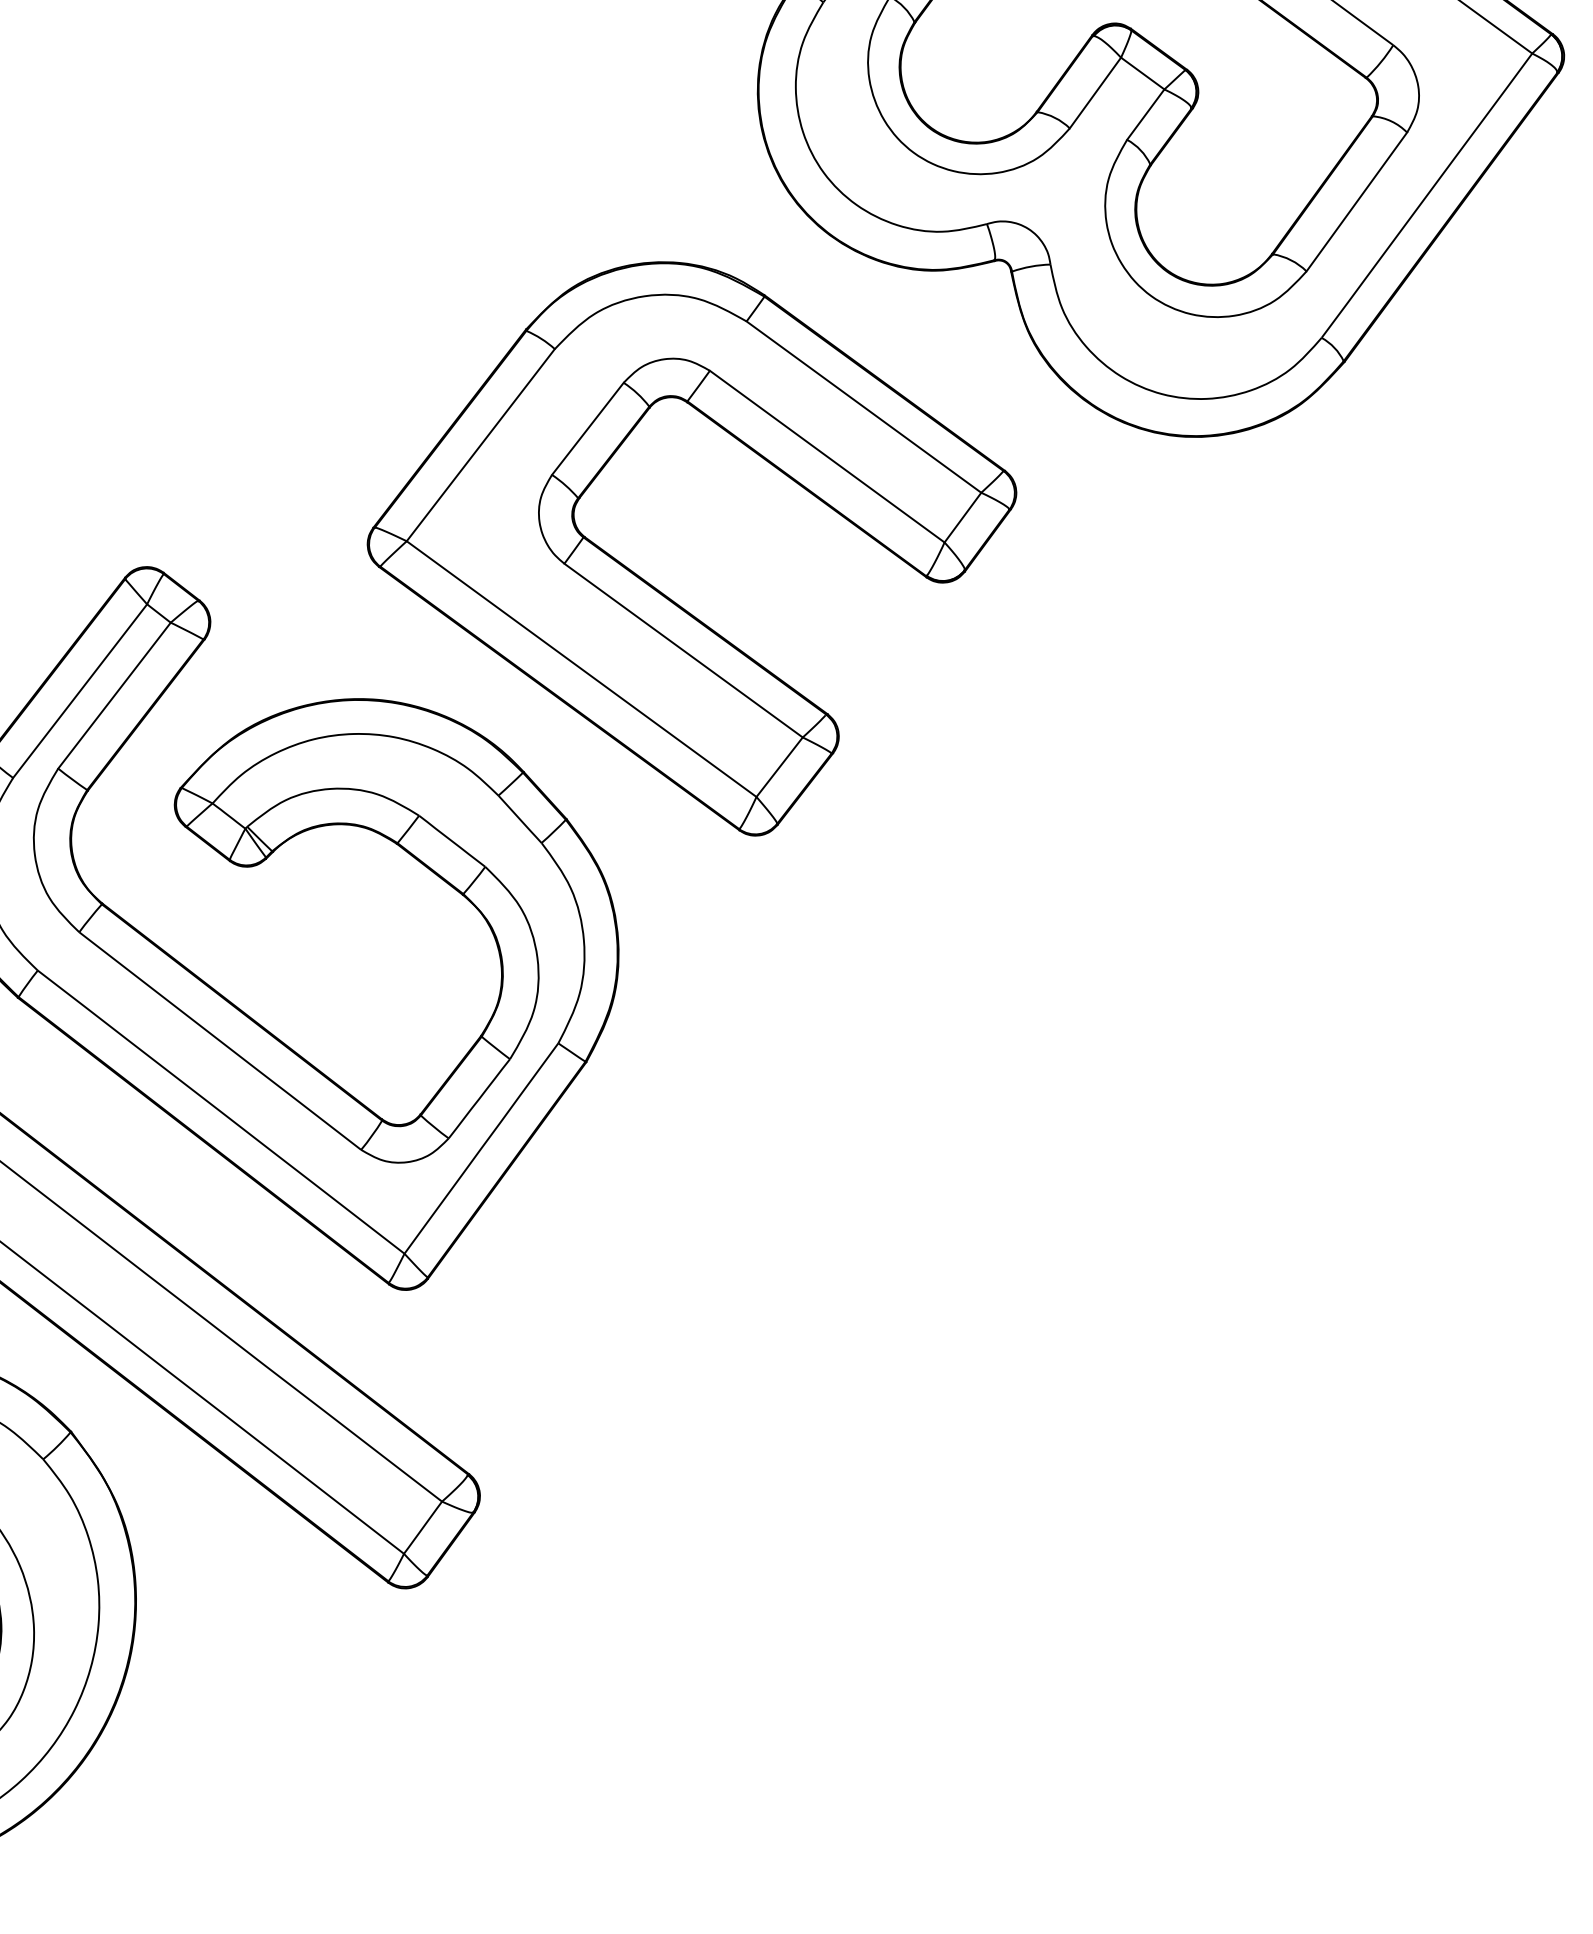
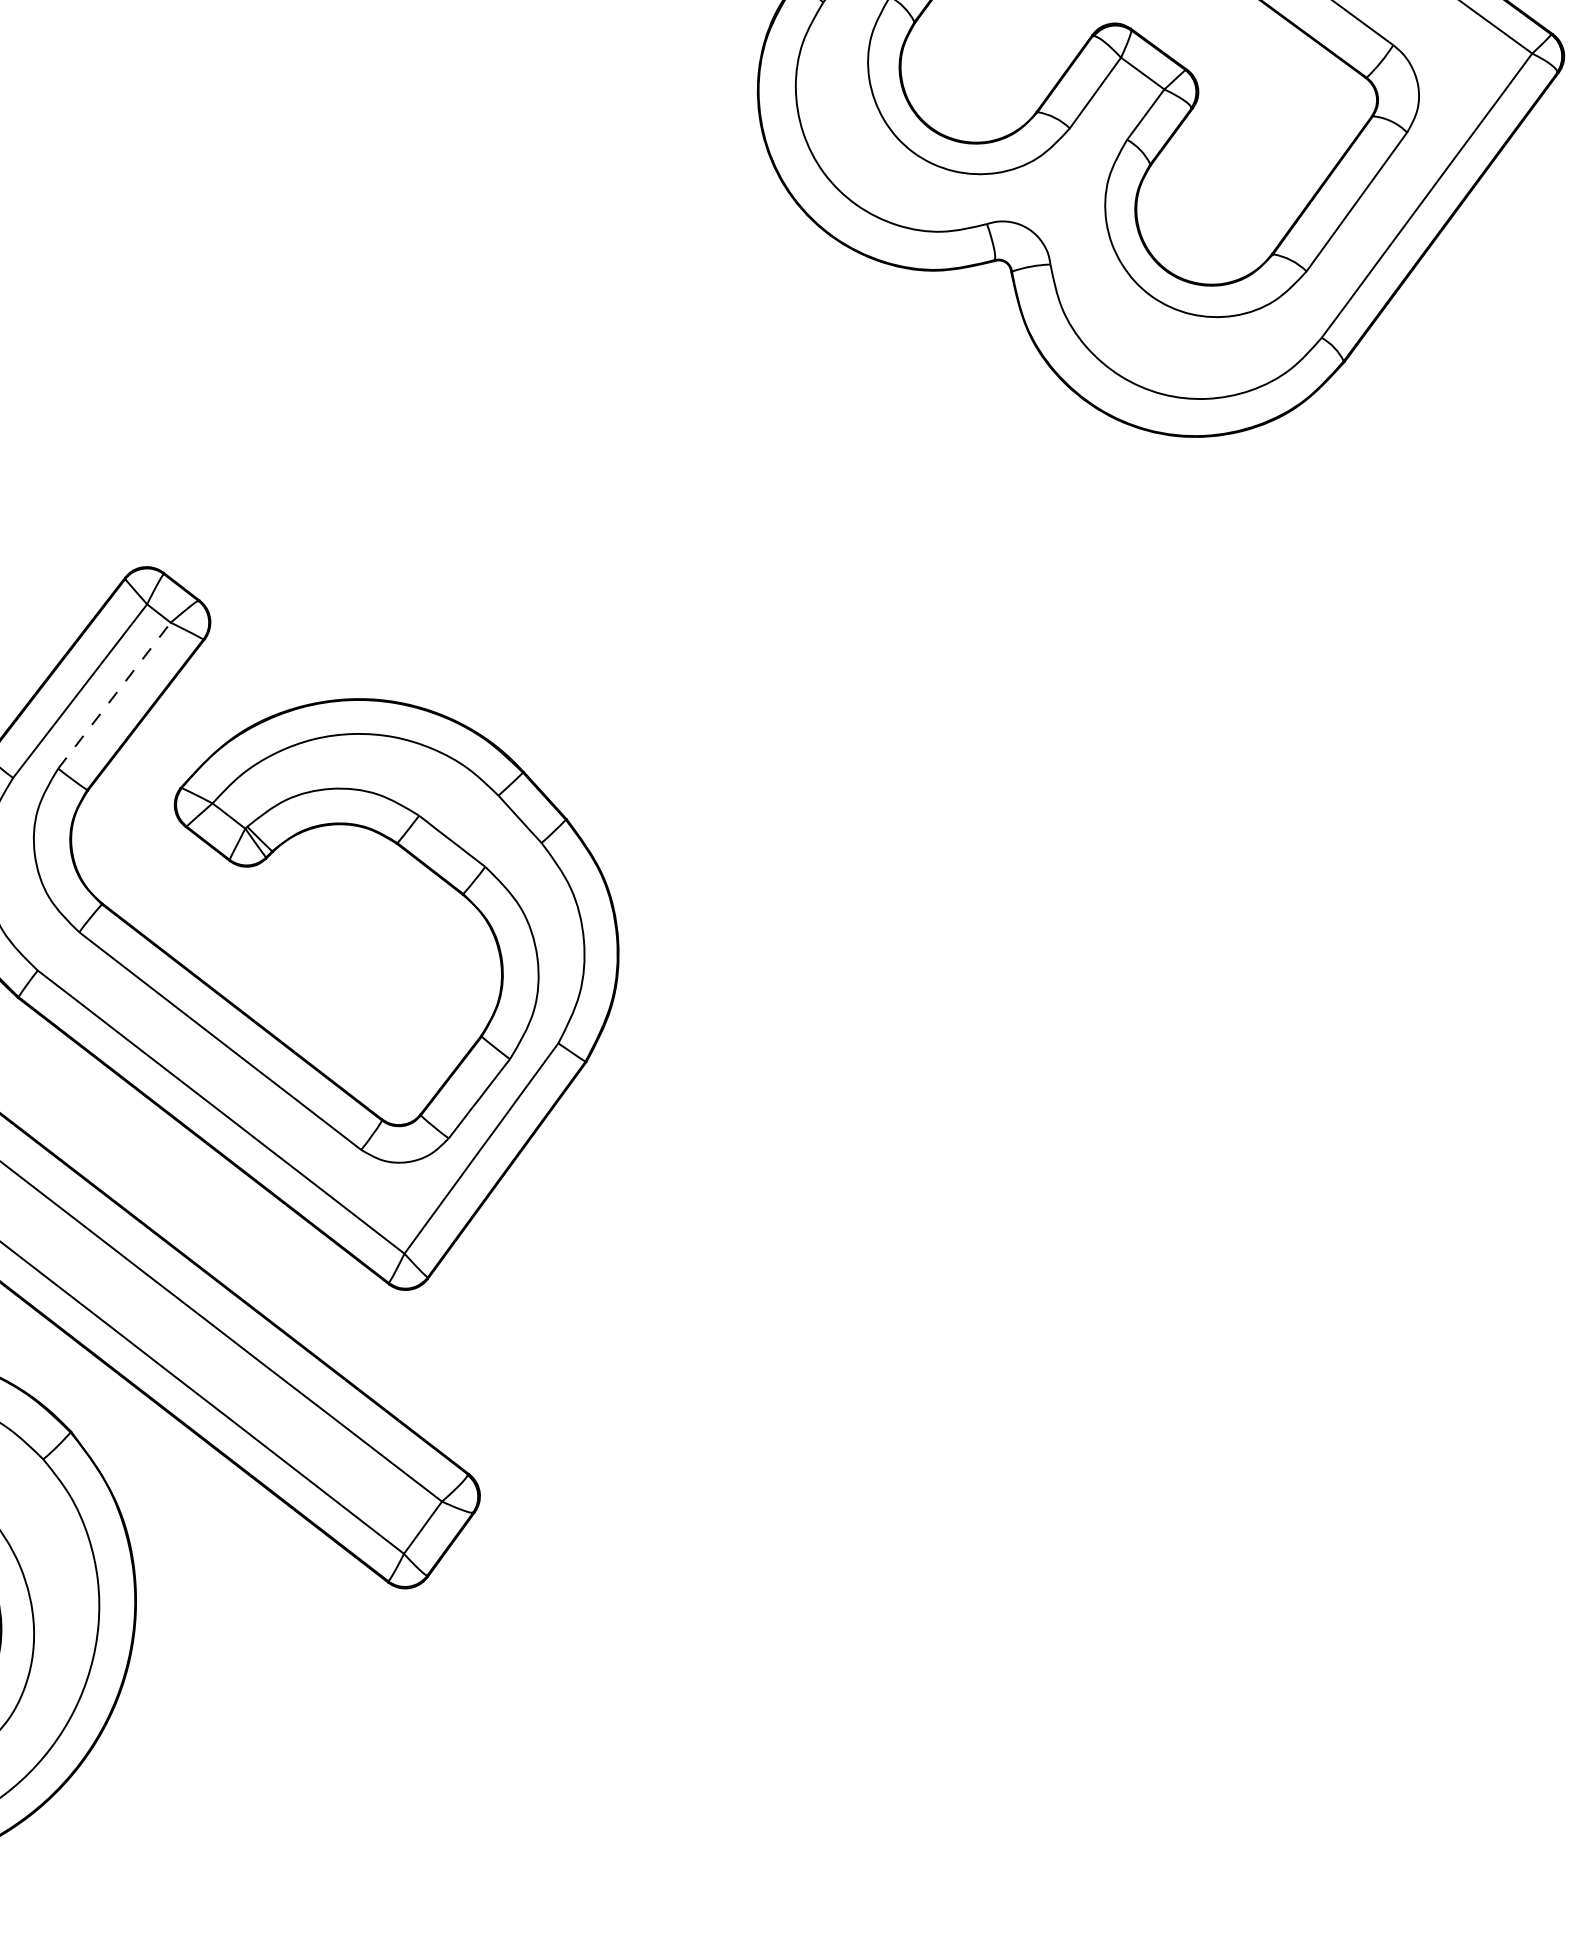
part at (661, 591): present -> none
line at (114, 695): solid -> dashed
